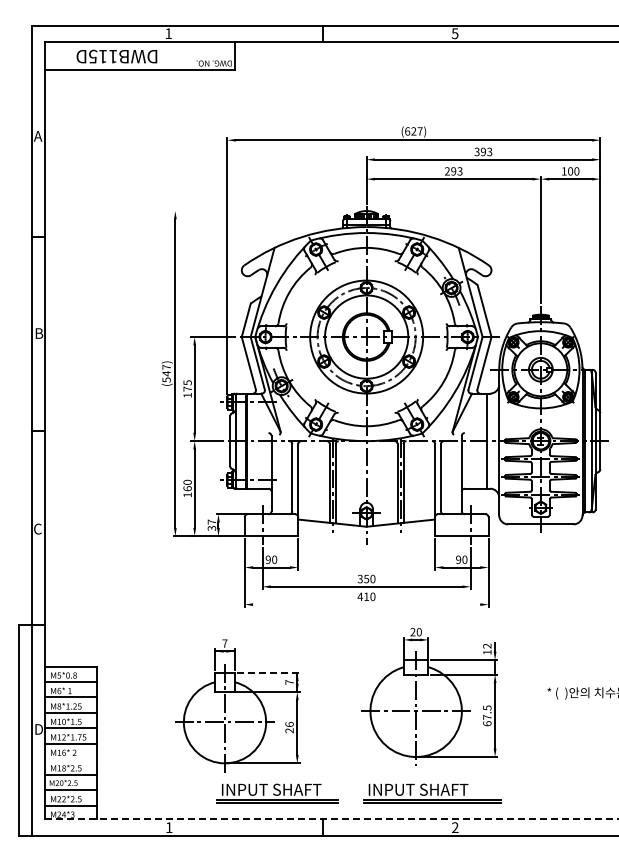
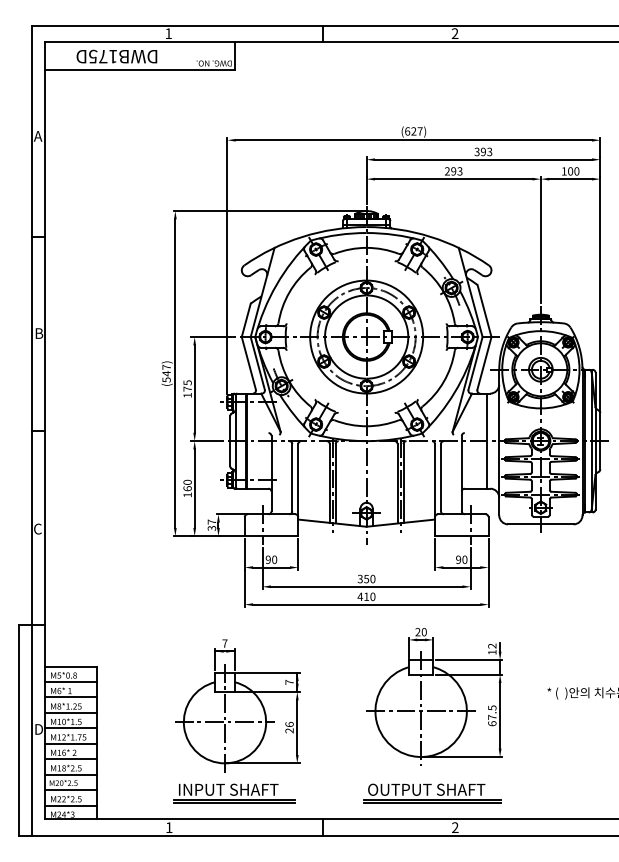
text at (454, 33): 5 -> 2
text at (103, 56): DWB115D -> DWB175D
line at (269, 211): none -> present
line at (366, 604): none -> present
line at (268, 672): dashed -> solid
part at (429, 696) position: (429, 696) -> (434, 696)
line at (70, 759): none -> present
text at (426, 789): INPUT SHAFT -> OUTPUT SHAFT
part at (277, 793) position: (277, 793) -> (234, 793)
line at (331, 819): dashed -> solid
